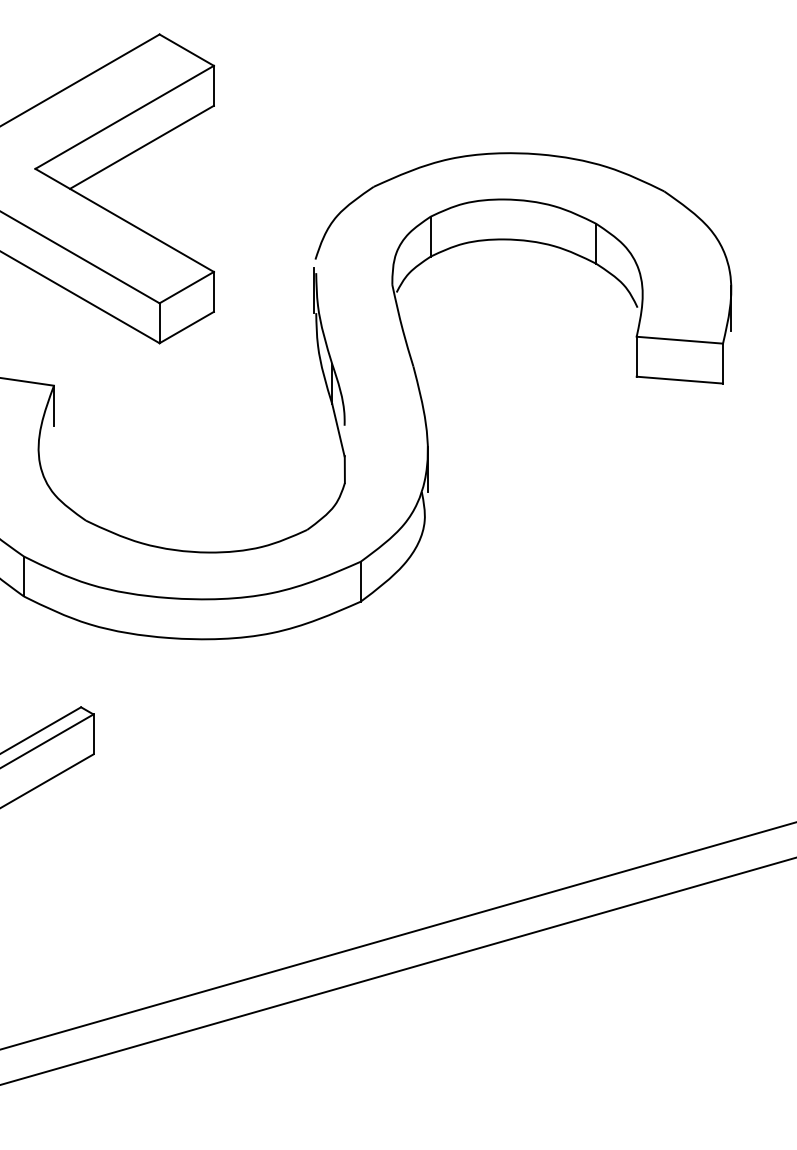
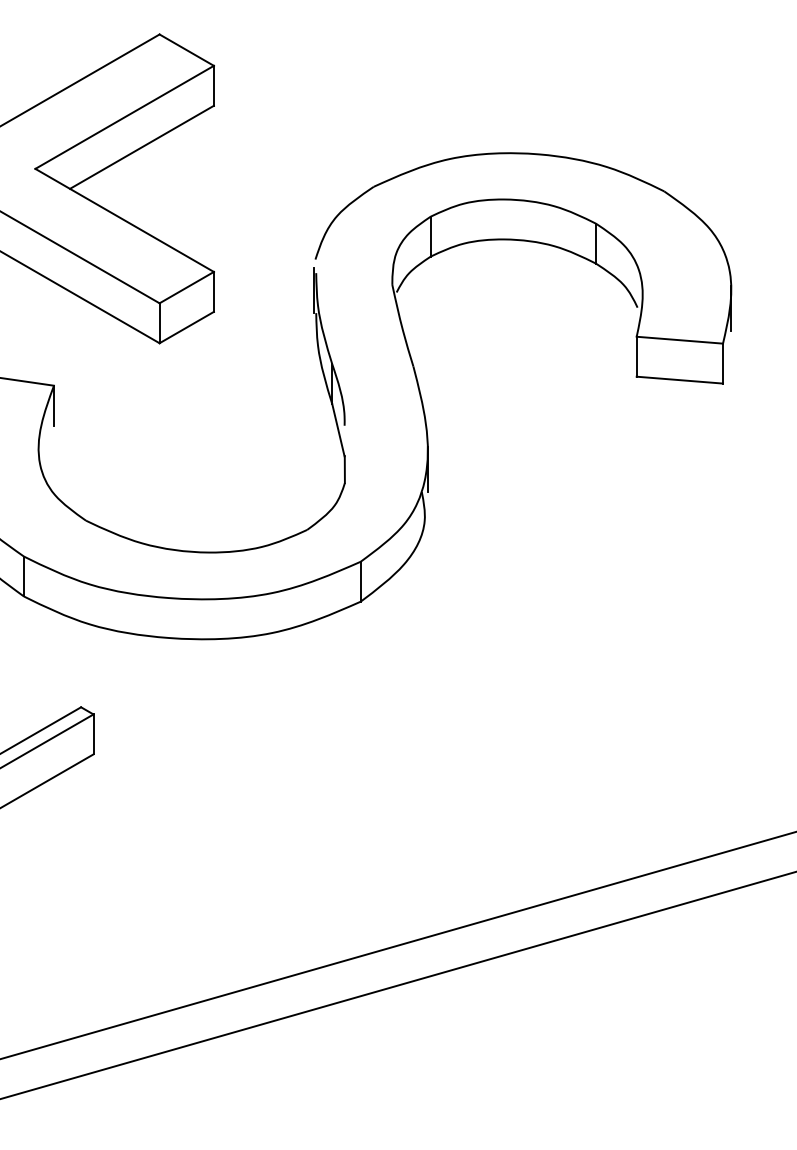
line at (397, 935) position: (397, 935) -> (397, 945)
line at (397, 971) position: (397, 971) -> (397, 985)
